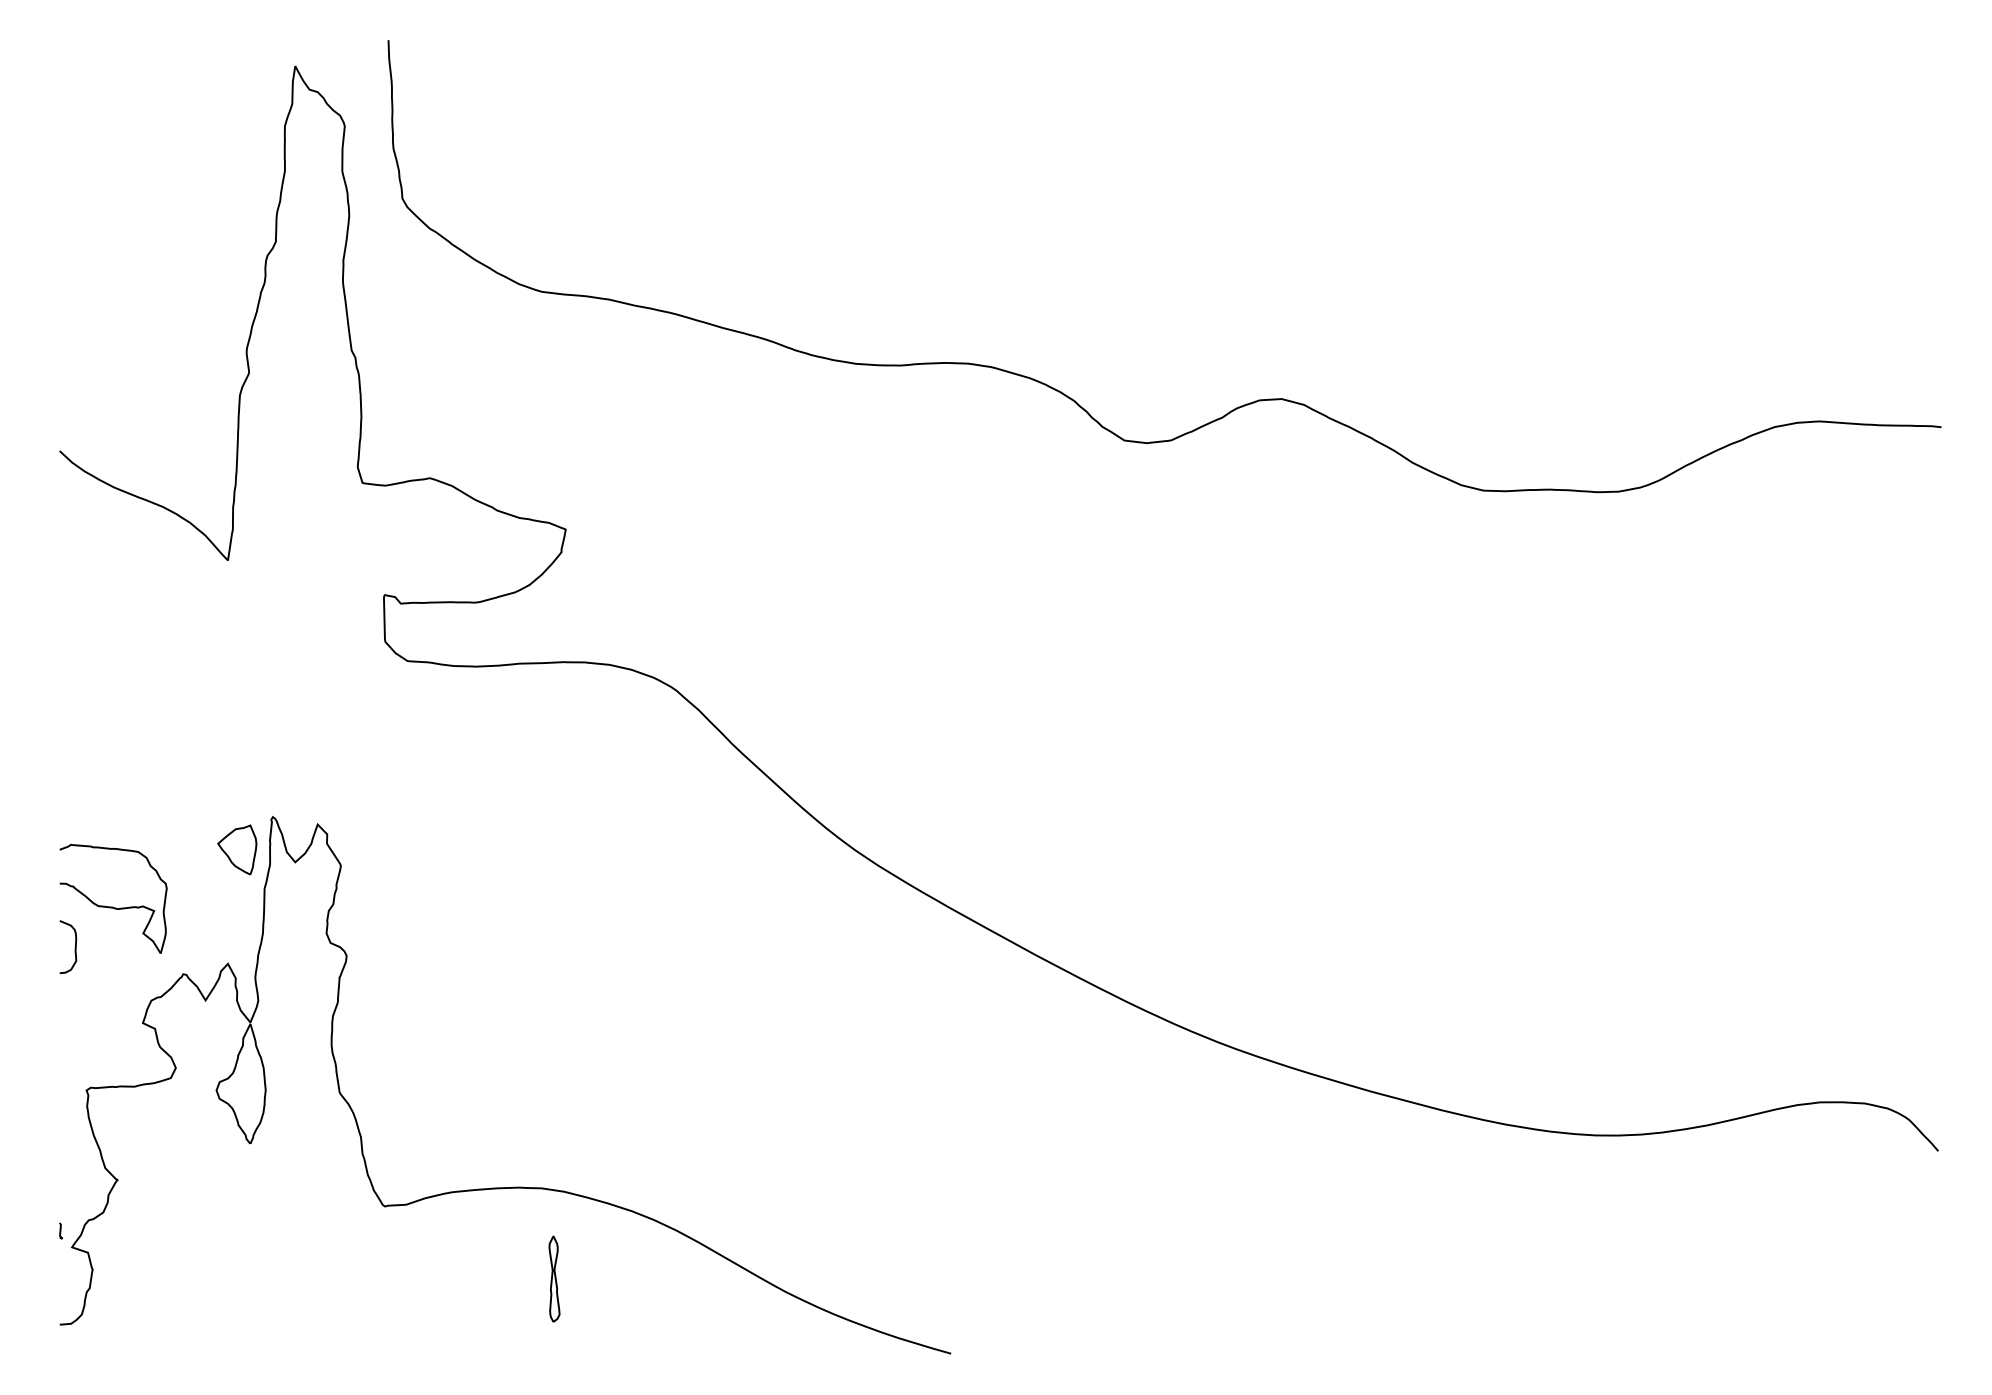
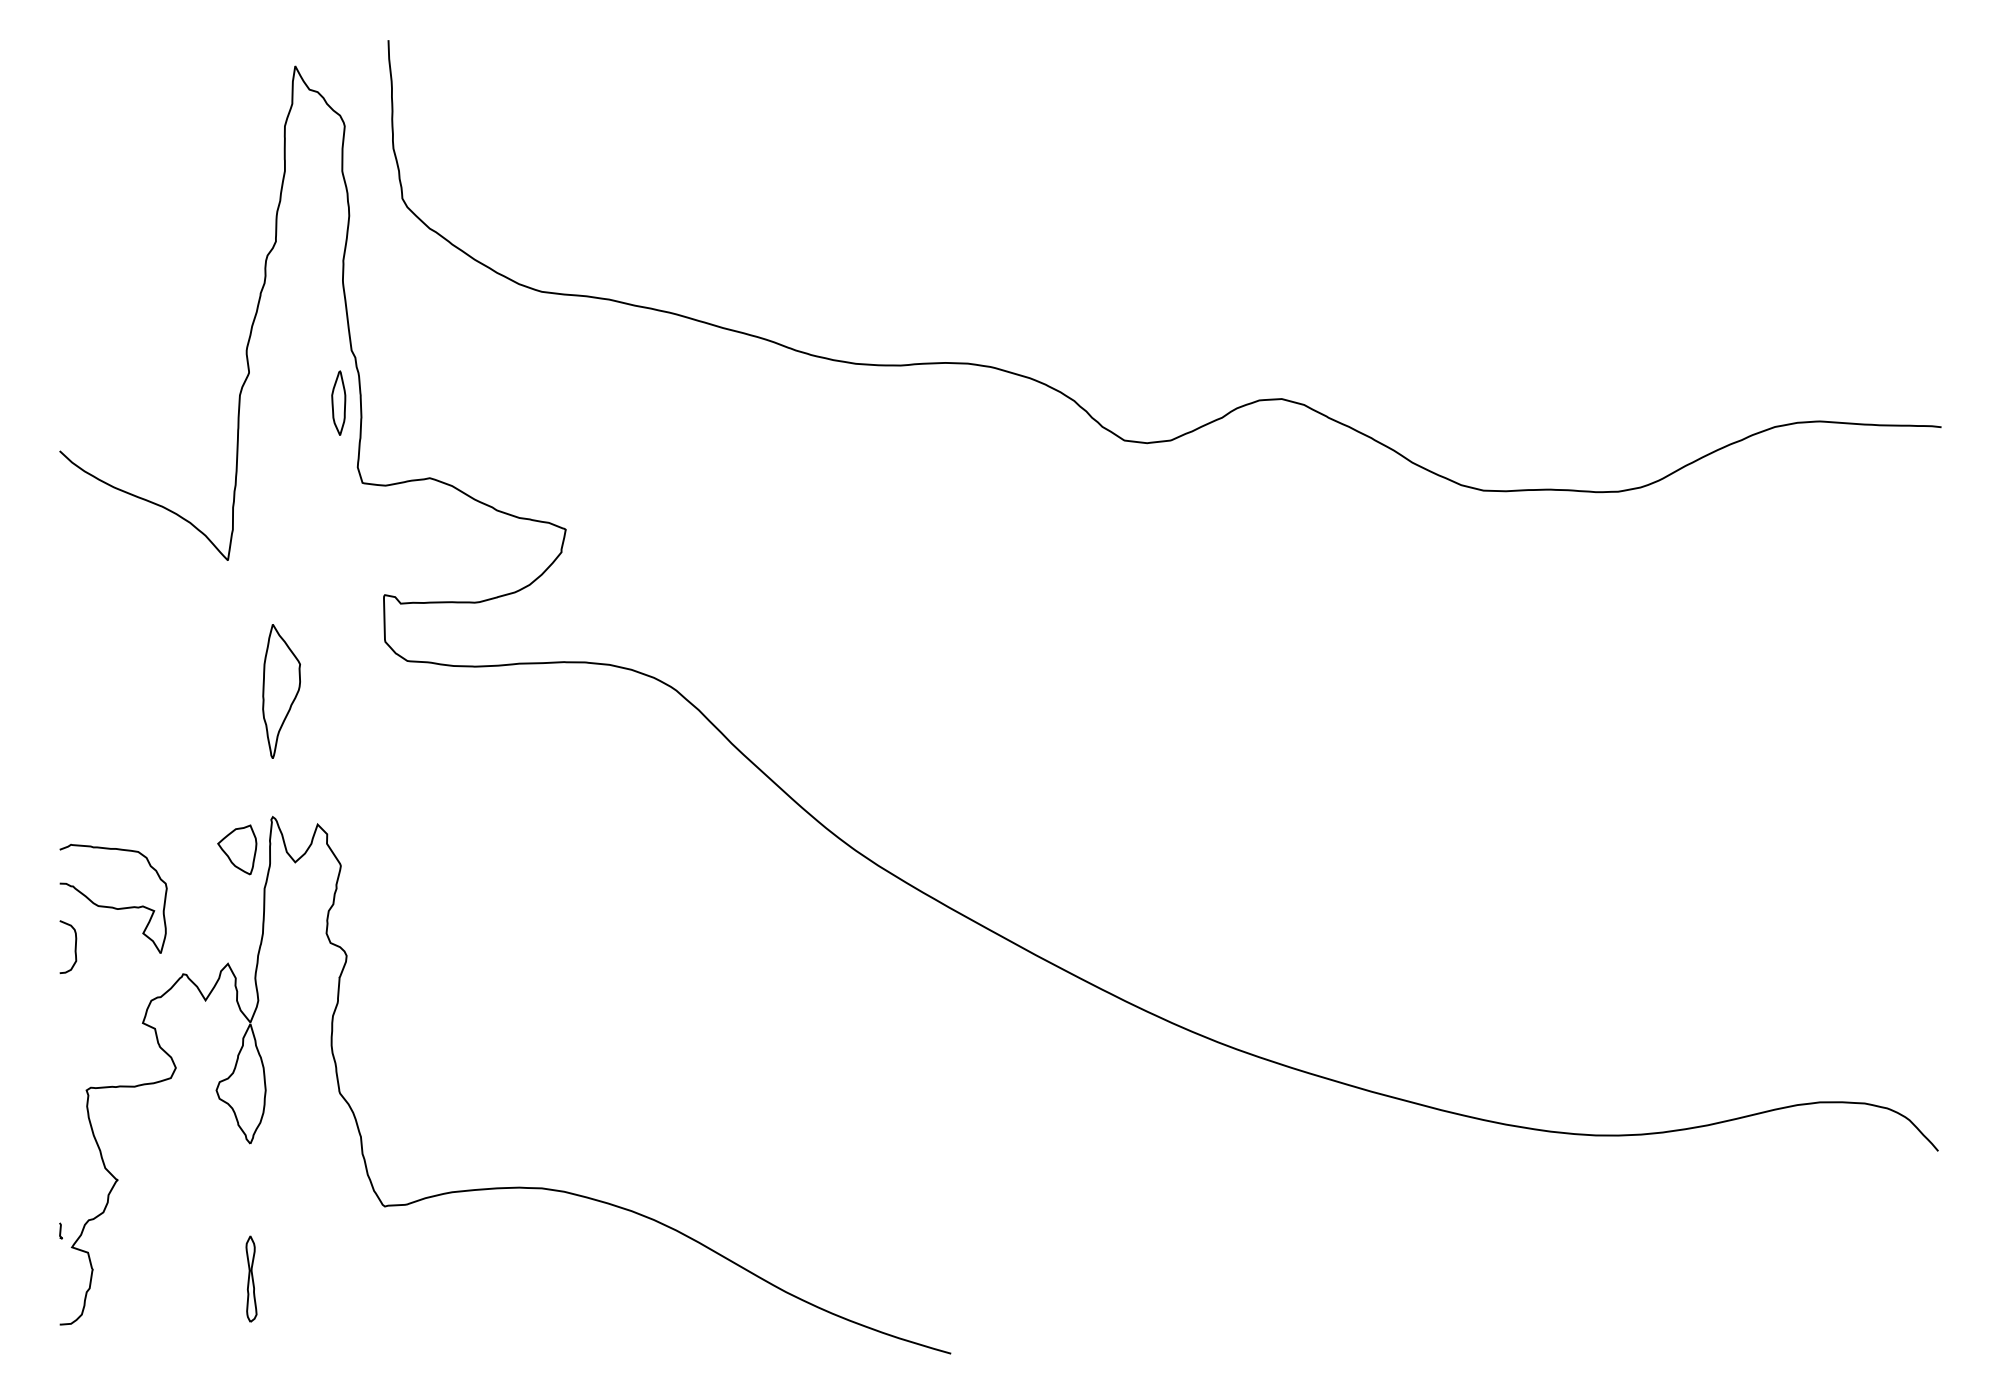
part at (338, 402): none -> present
part at (281, 691): none -> present
part at (554, 1278) position: (554, 1278) -> (251, 1278)
